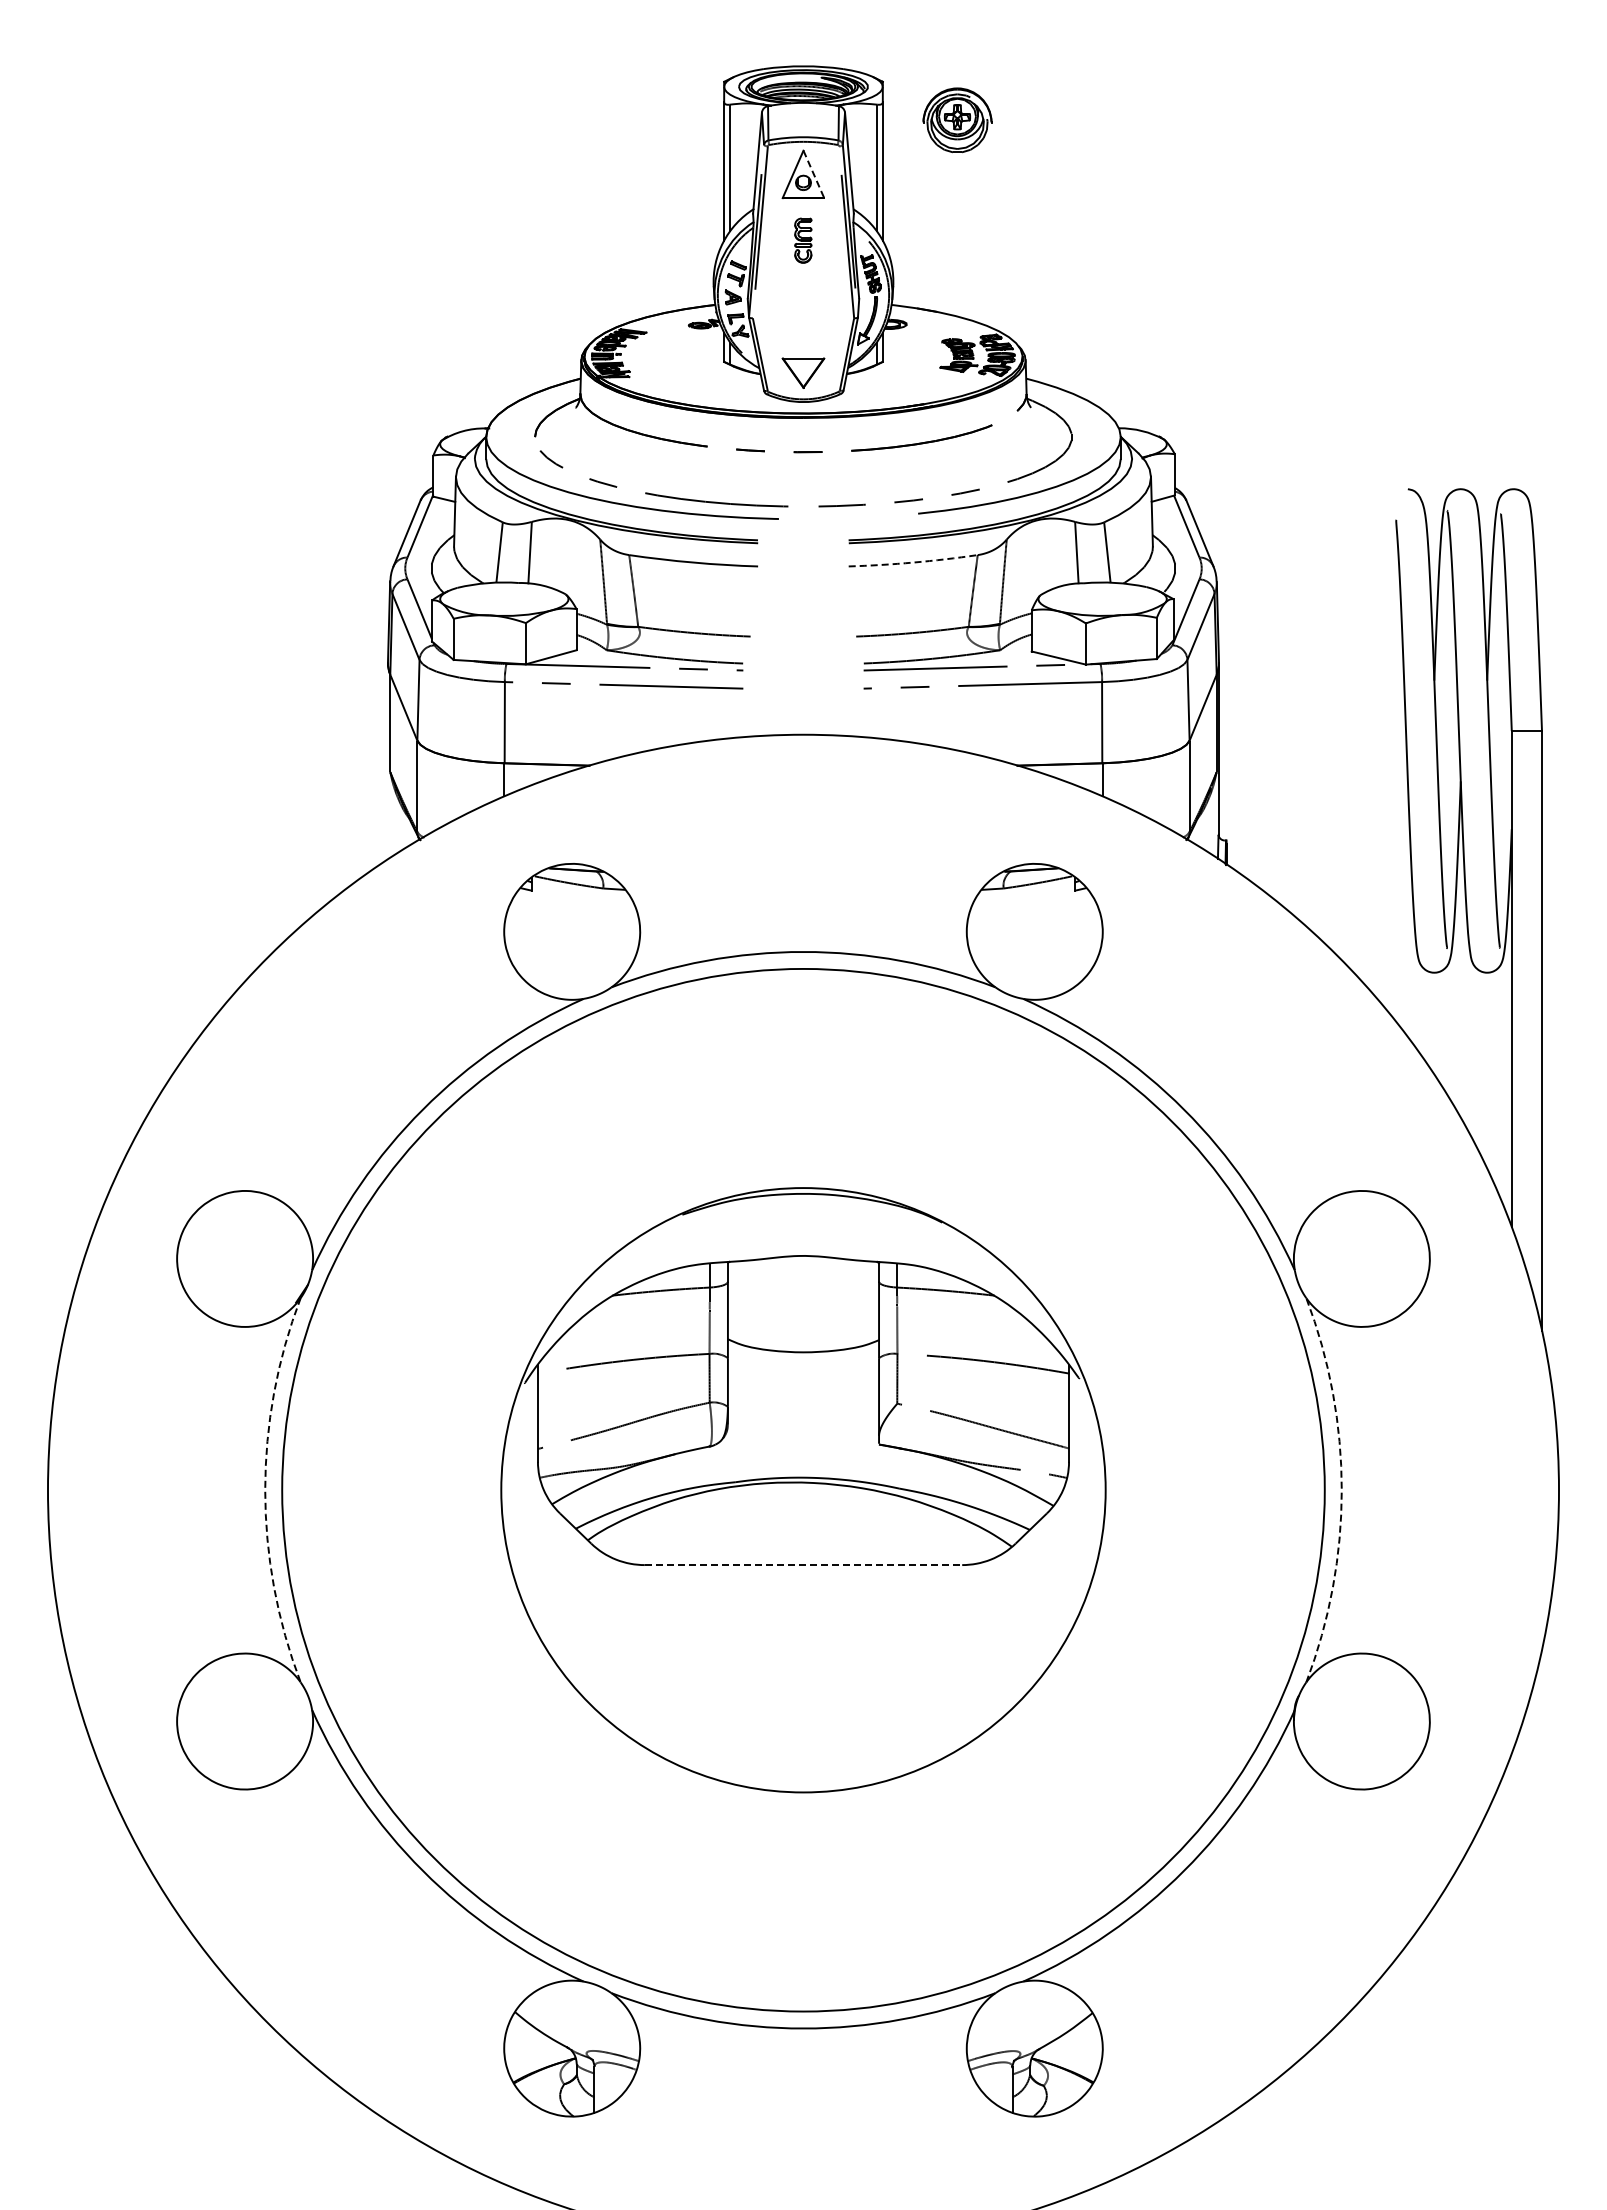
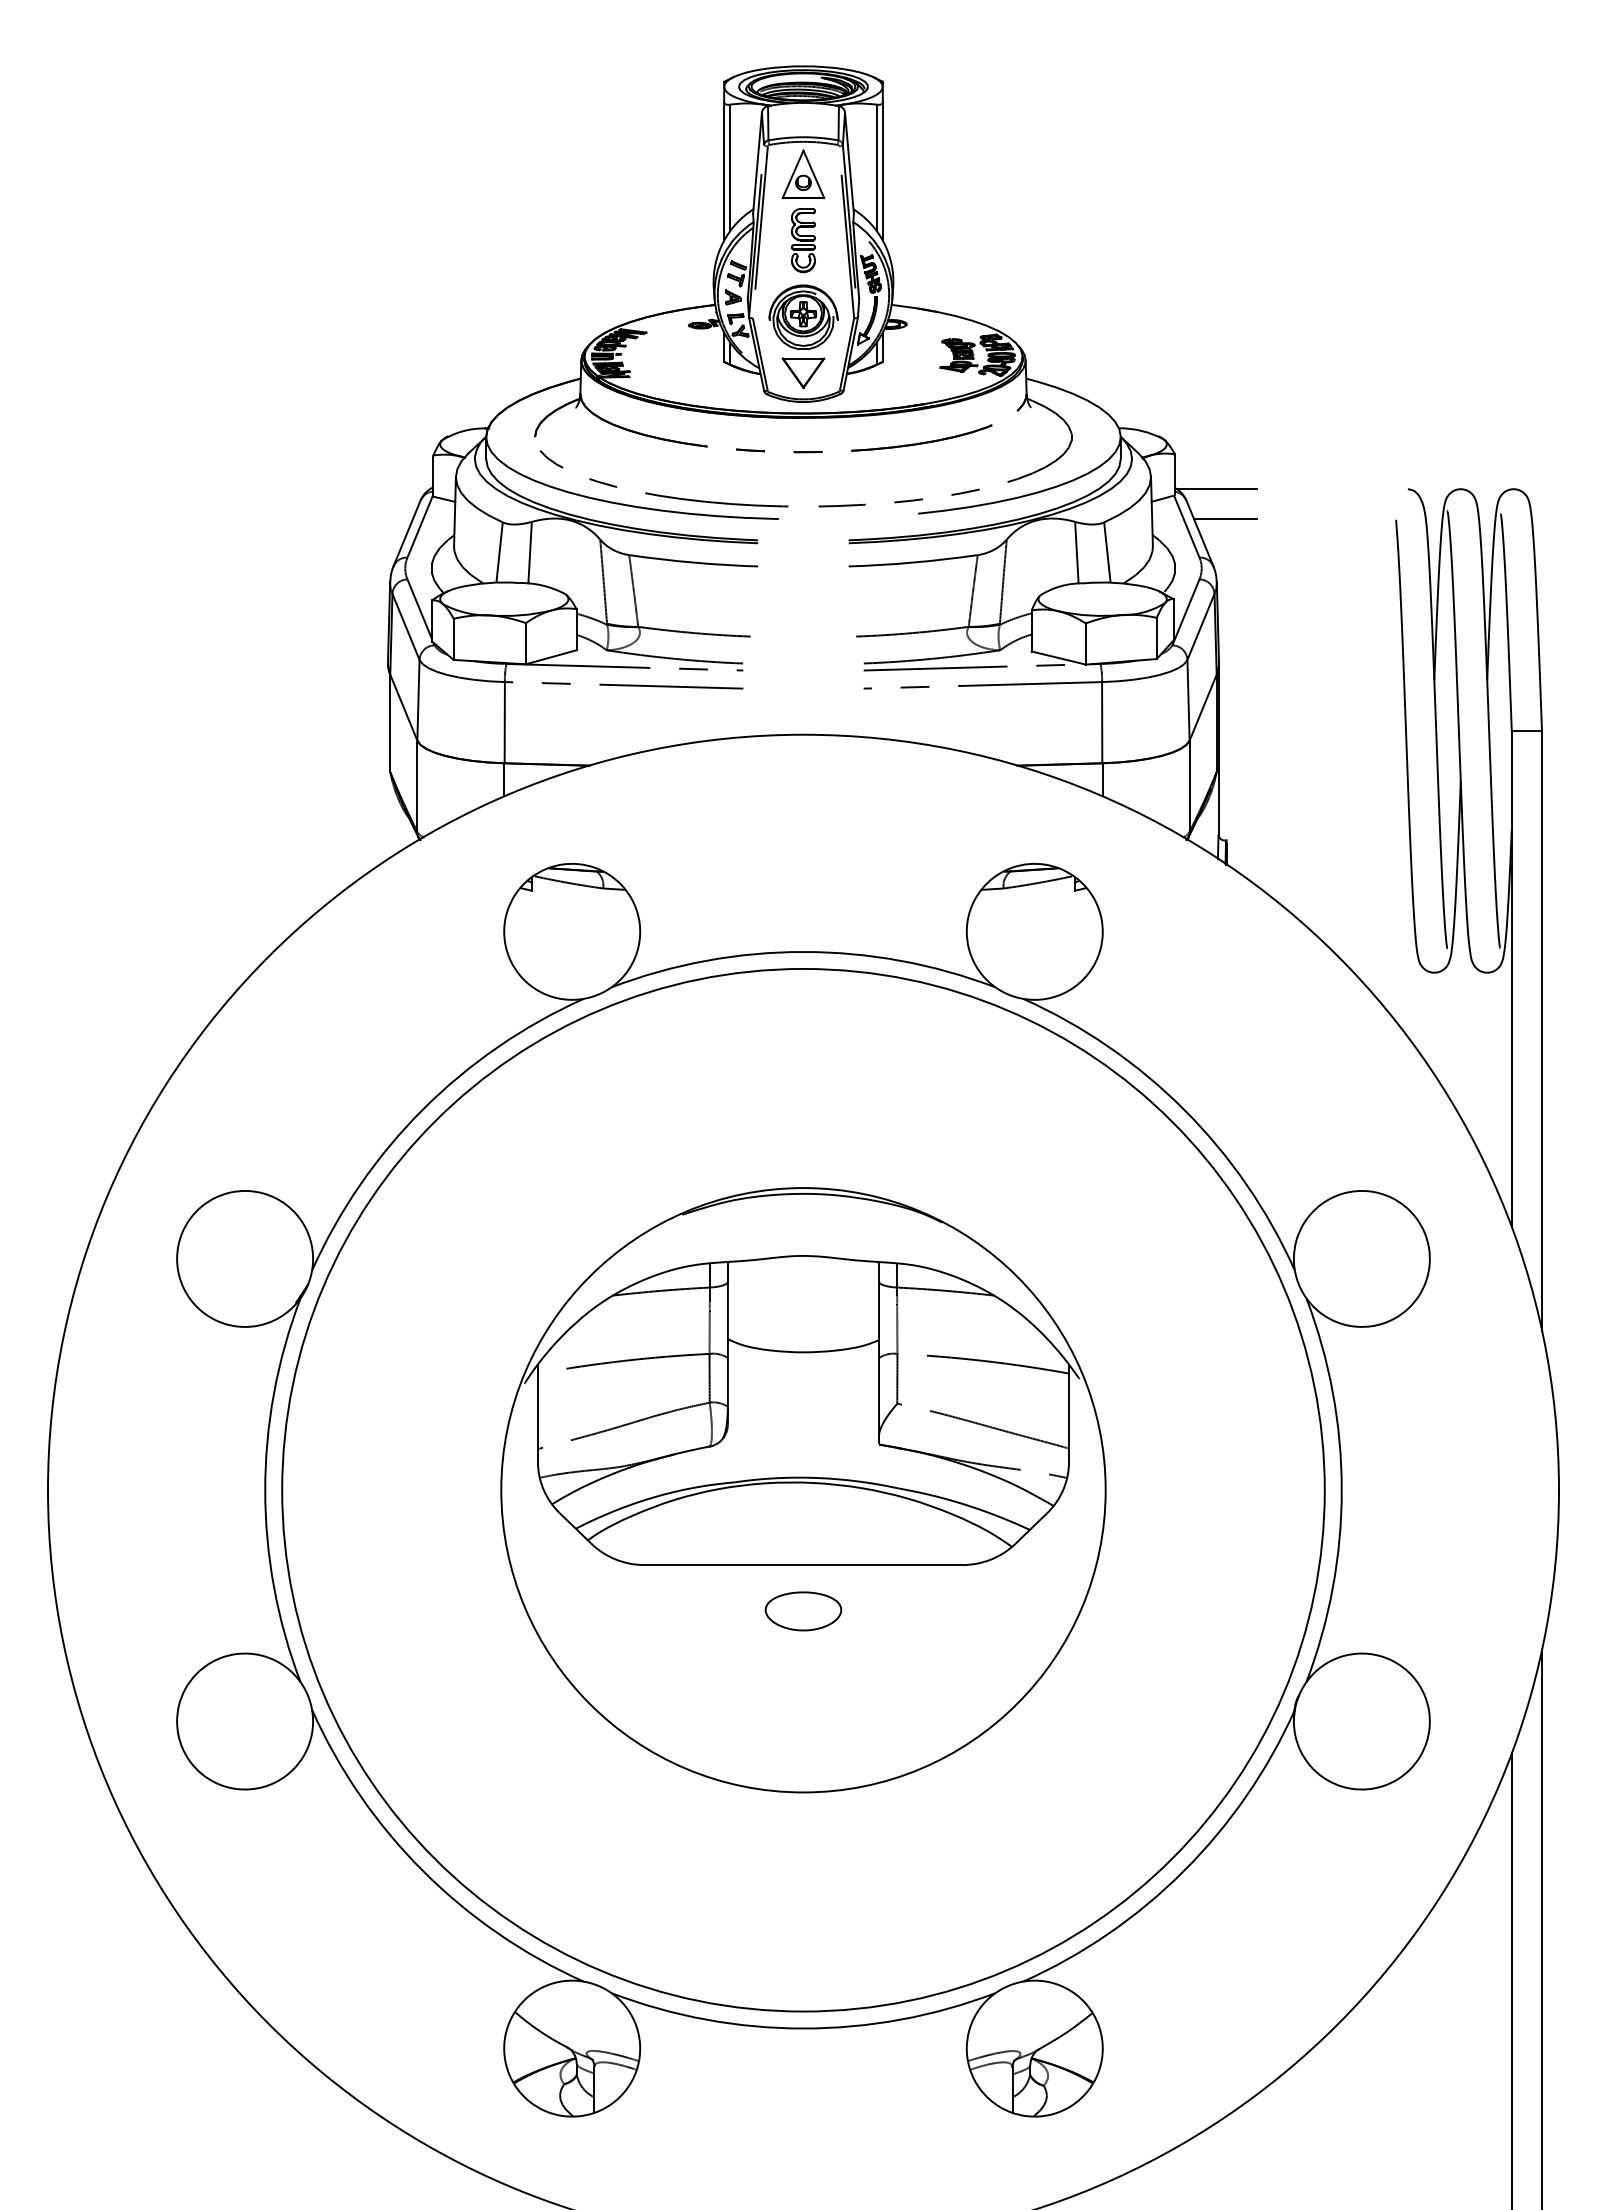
part at (957, 120) position: (957, 120) -> (803, 317)
line at (813, 174): dashed -> solid
part at (803, 240) size: 19x47 px -> 26x66 px
line at (1216, 489): none -> present
line at (1225, 519): none -> present
arc at (913, 562): dashed -> solid
arc at (265, 1490): dashed -> solid
arc at (1341, 1490): dashed -> solid
line at (803, 1565): dashed -> solid
part at (803, 1611): none -> present
line at (1541, 1927): none -> present
line at (1511, 1979): none -> present
